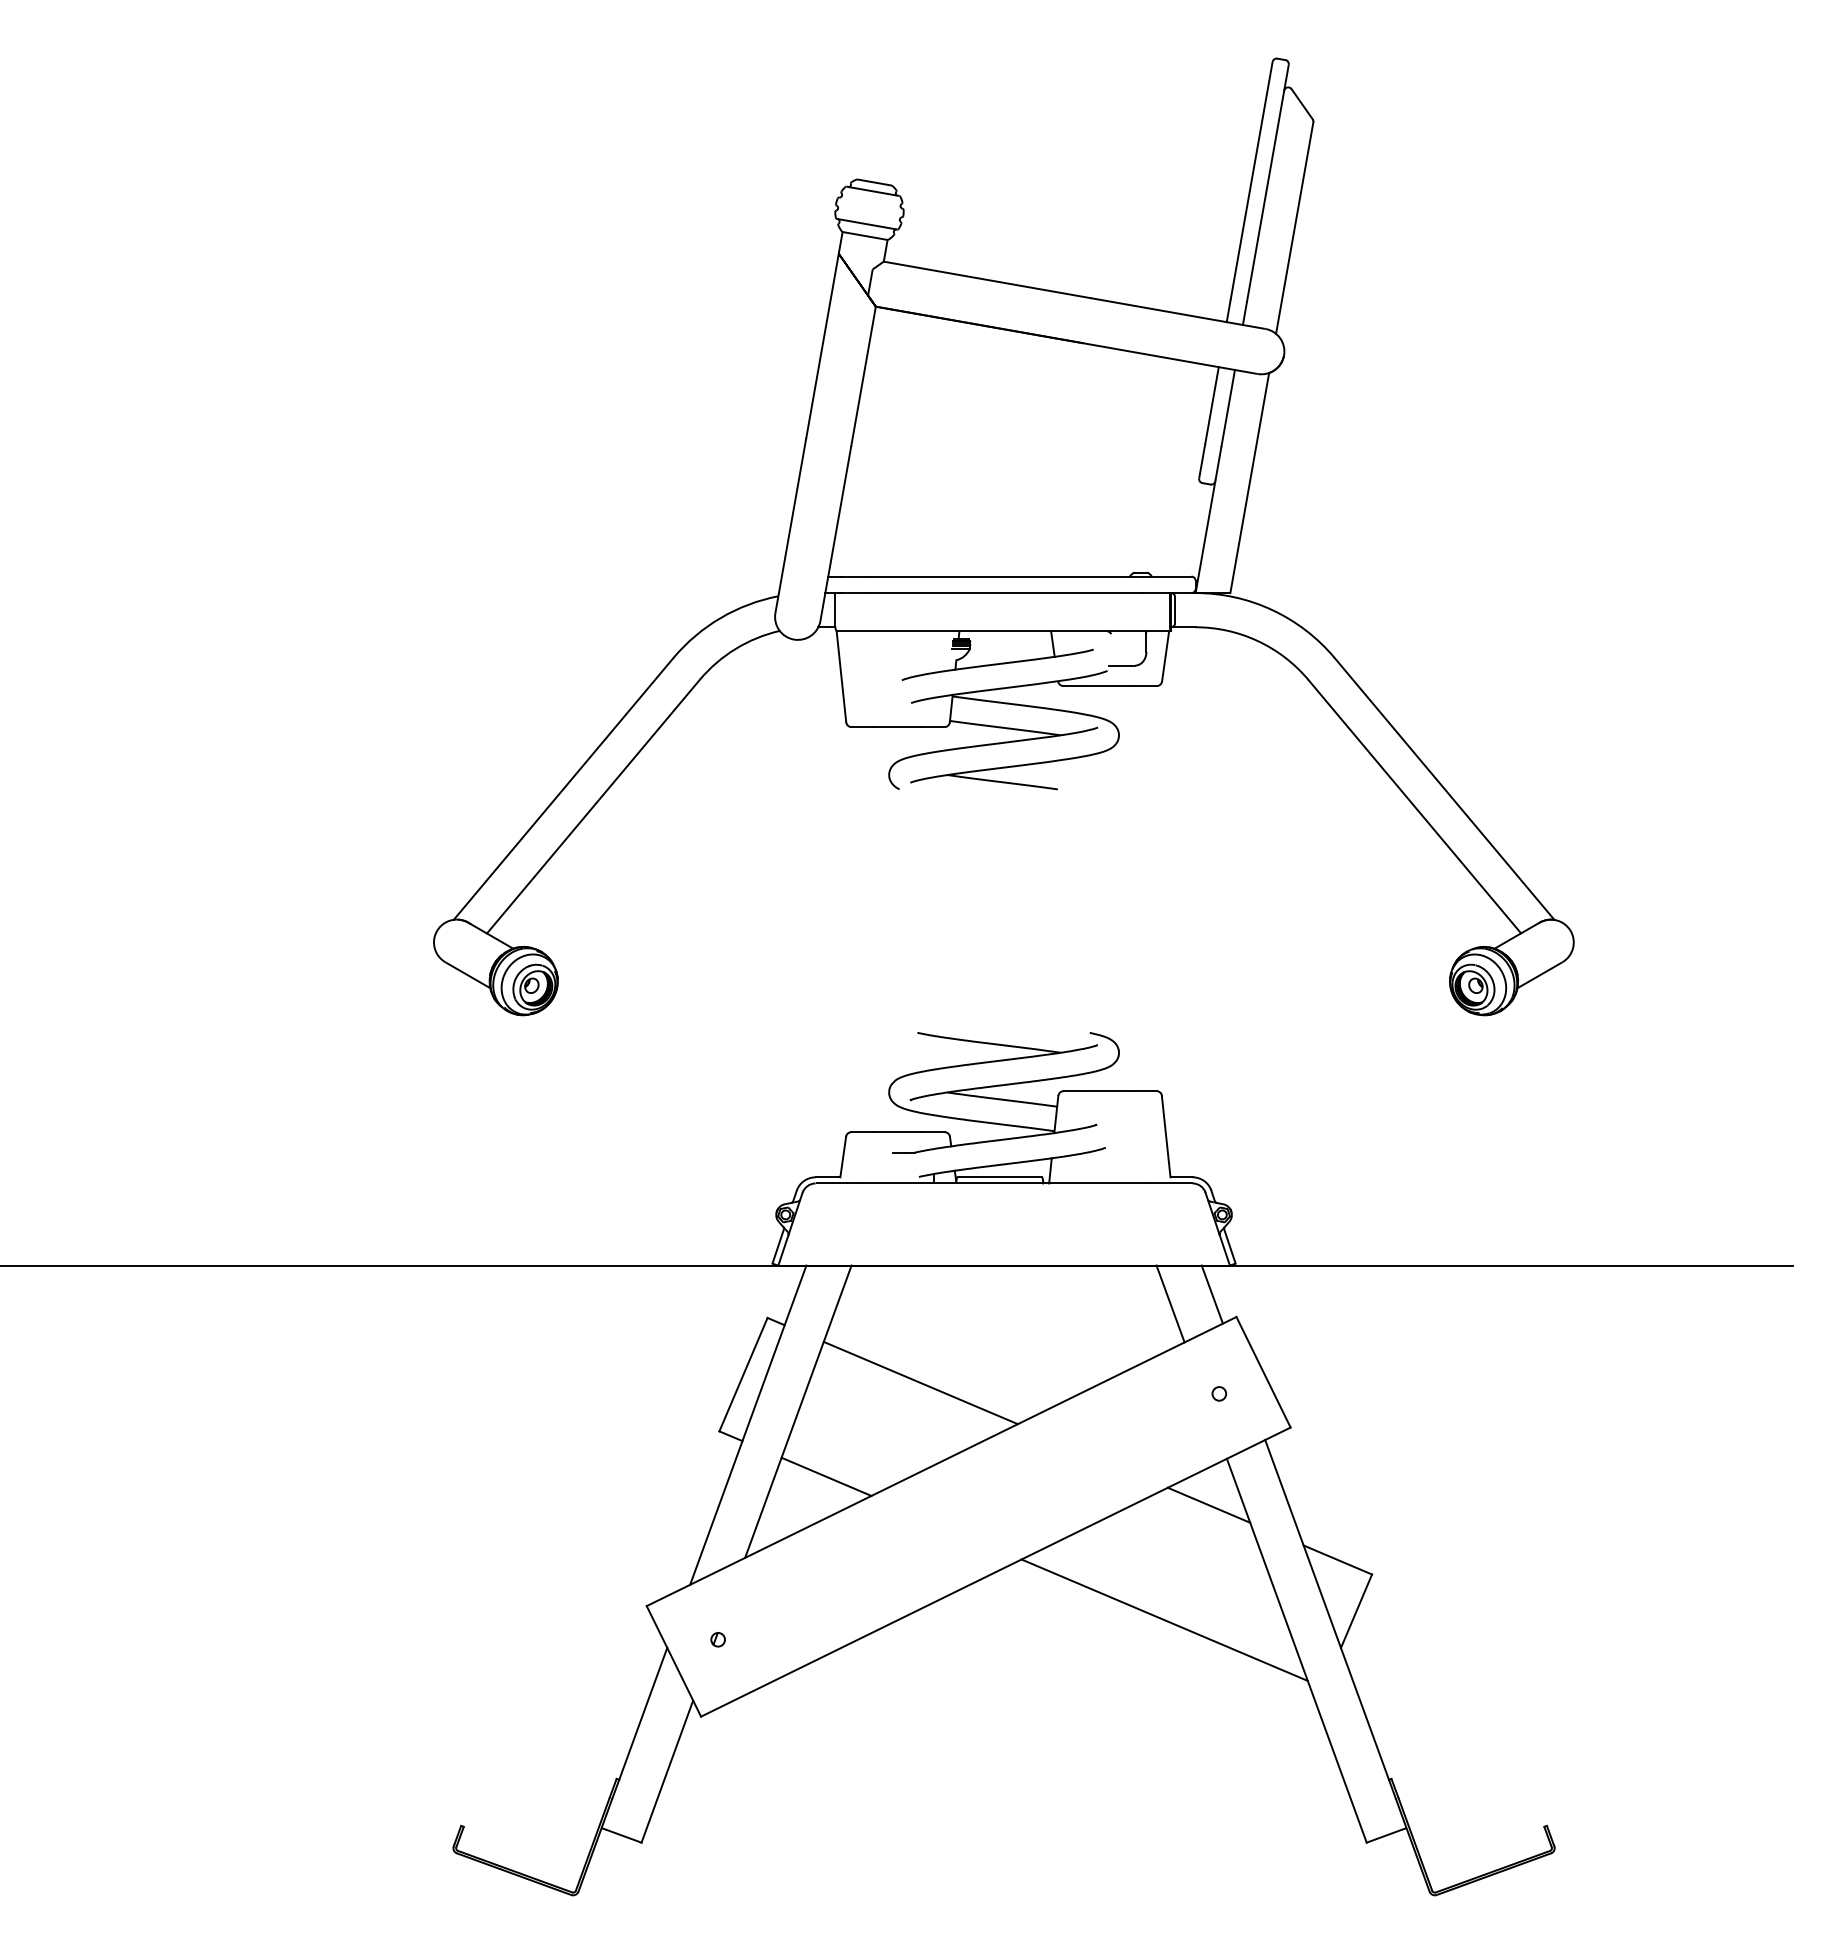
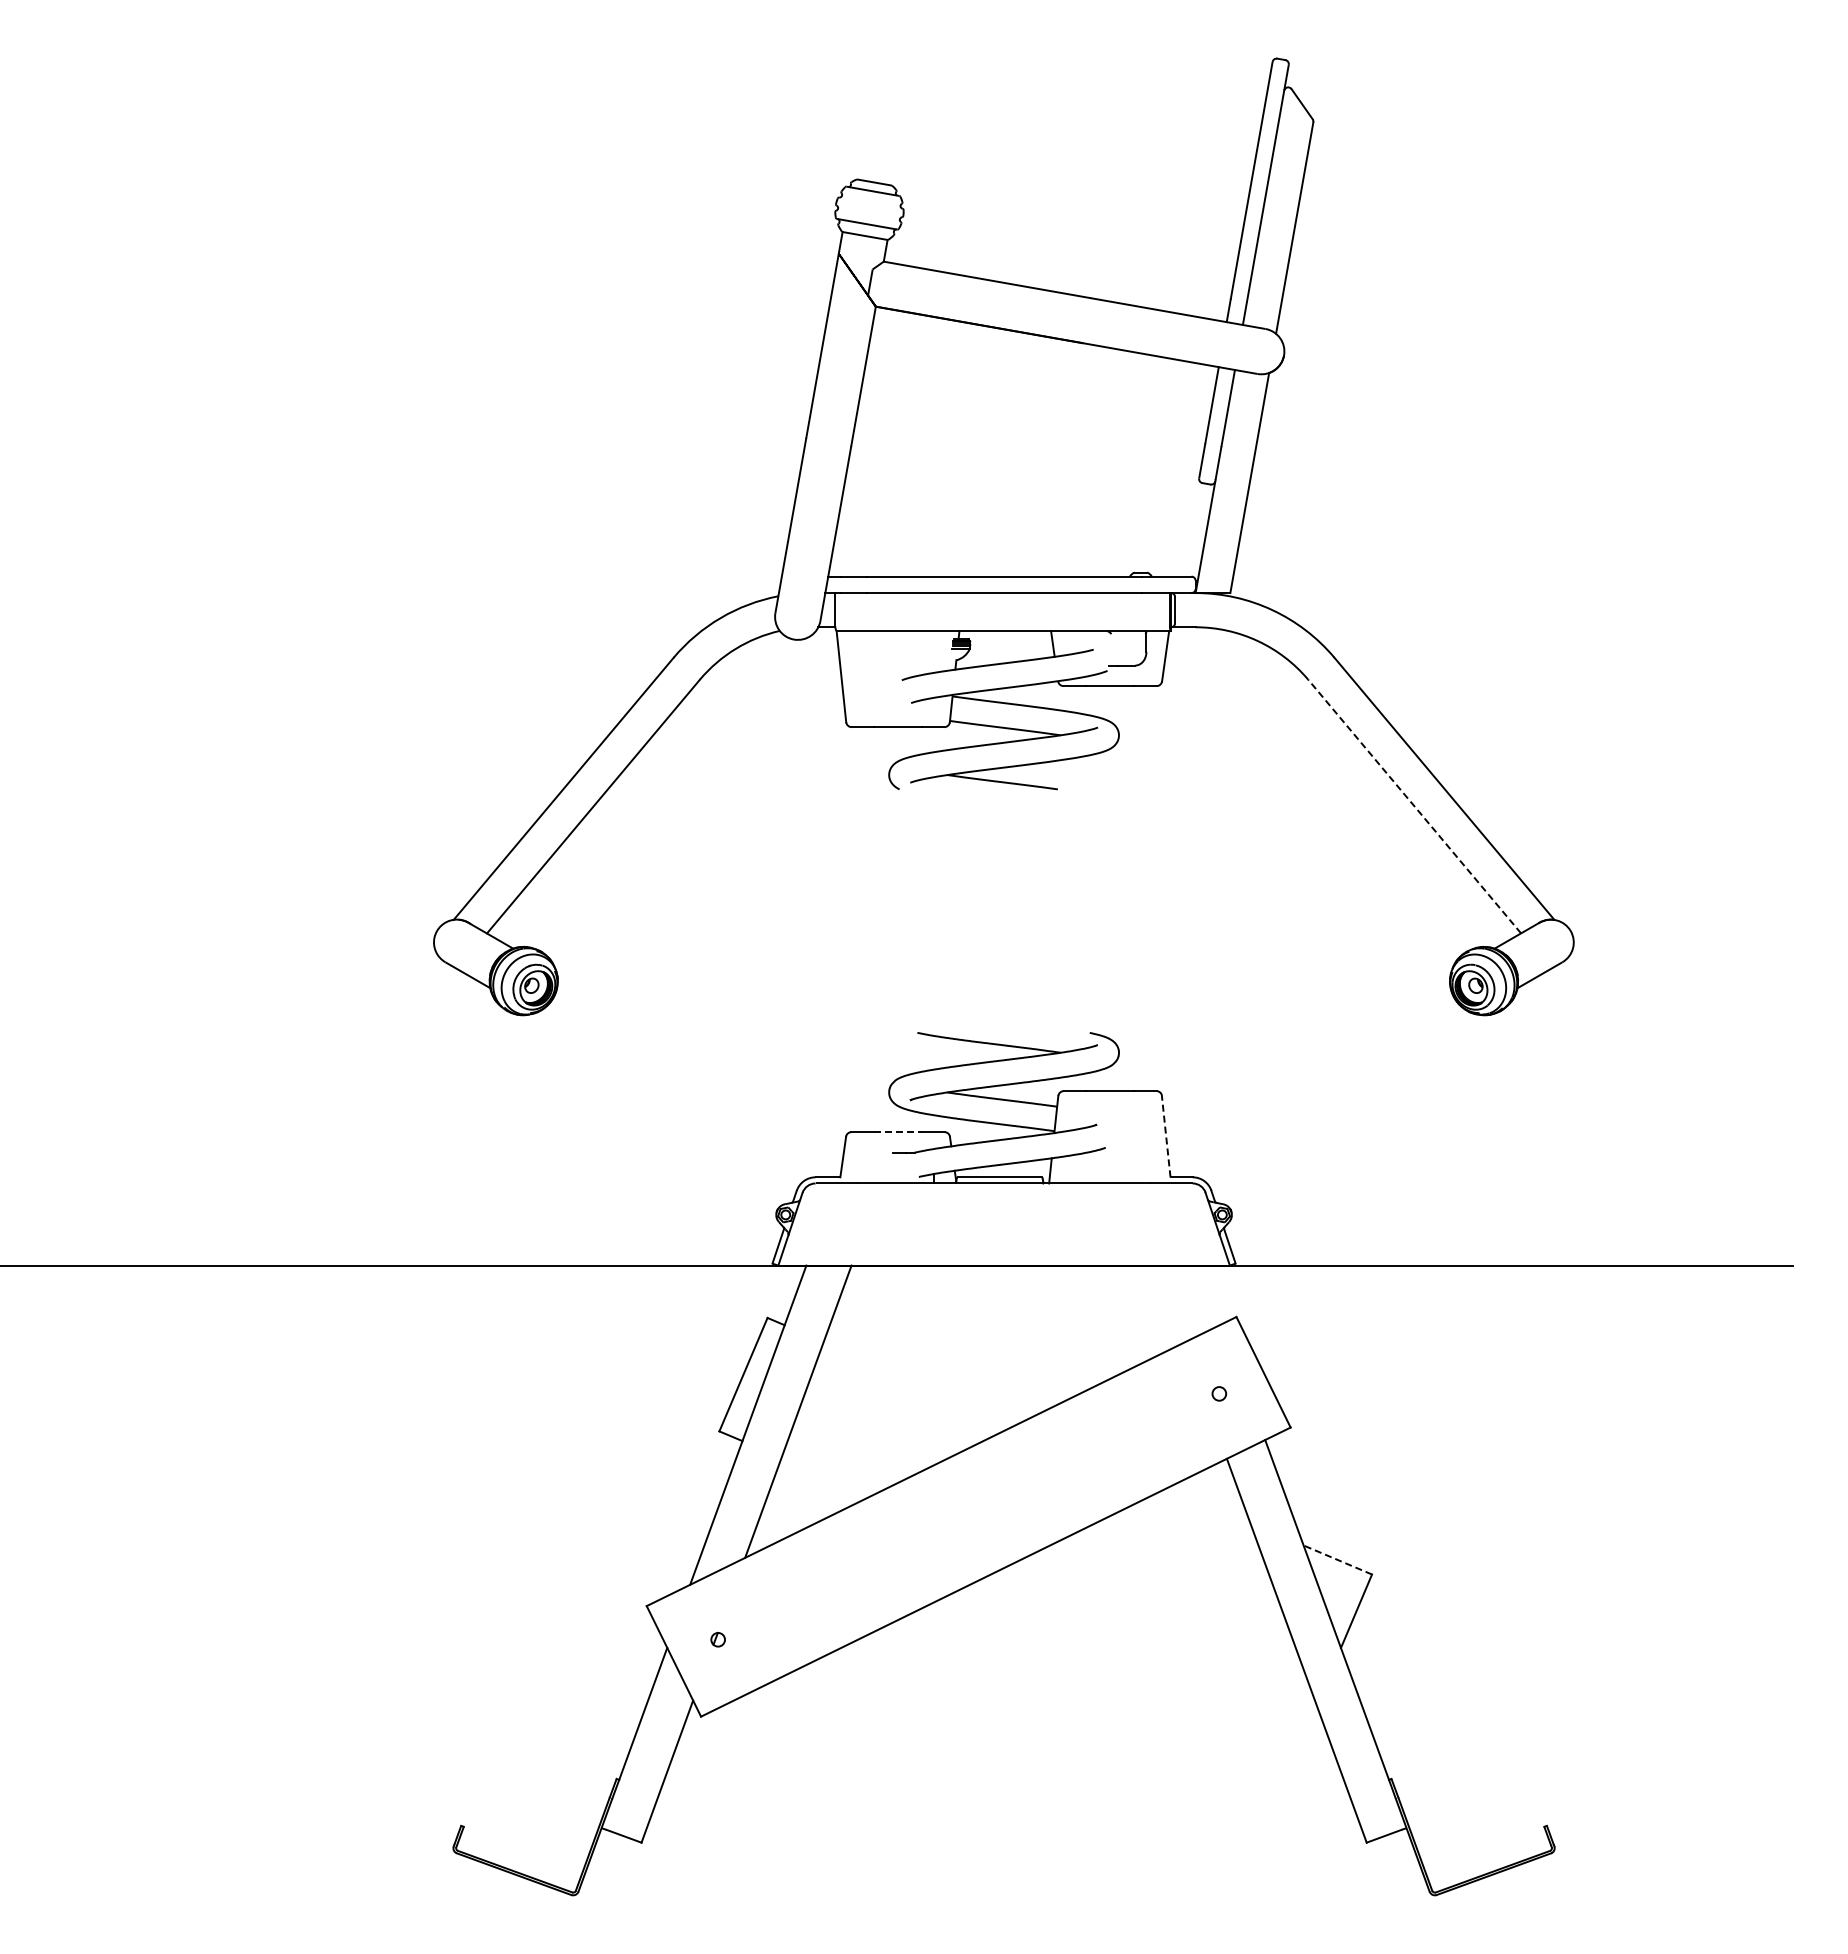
line at (1414, 806): solid -> dashed
line at (898, 1132): solid -> dashed
line at (1166, 1136): solid -> dashed
line at (1211, 1294): present -> none
line at (1170, 1303): present -> none
line at (920, 1382): present -> none
line at (826, 1476): present -> none
line at (1208, 1504): present -> none
line at (1337, 1559): solid -> dashed
line at (1164, 1619): present -> none
